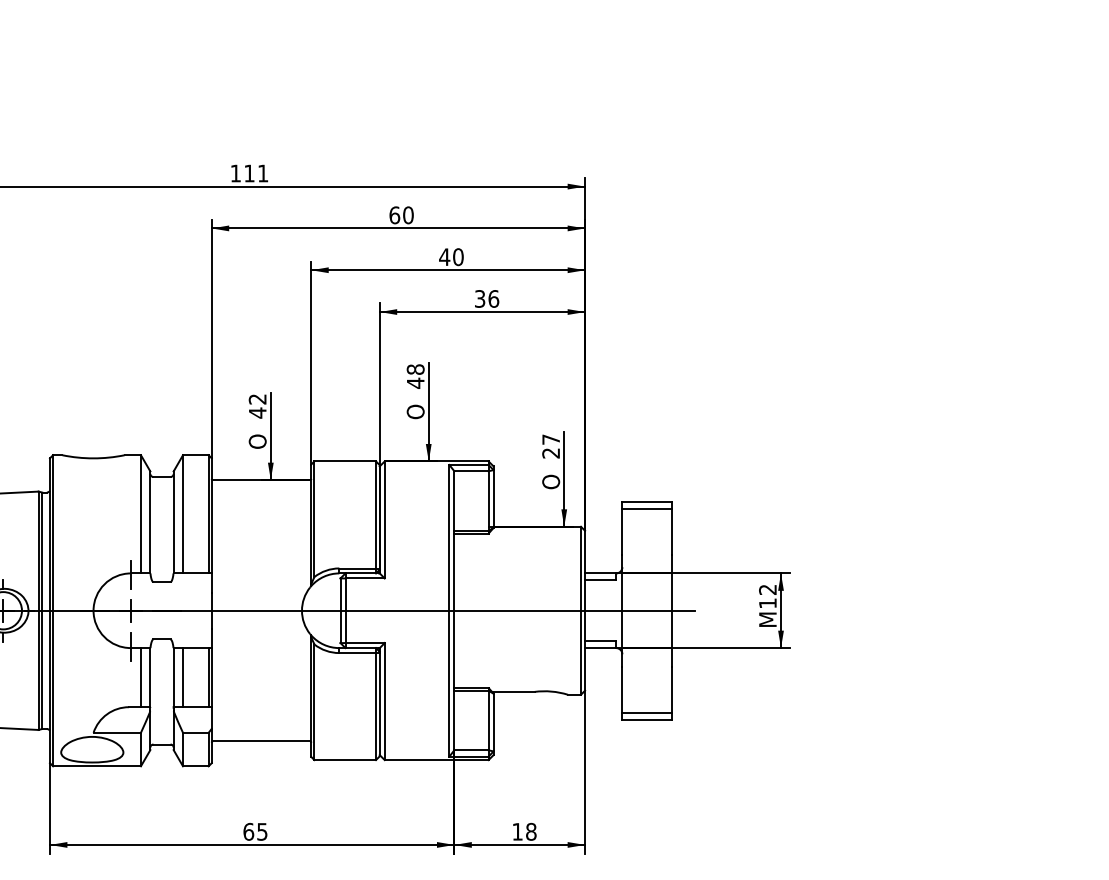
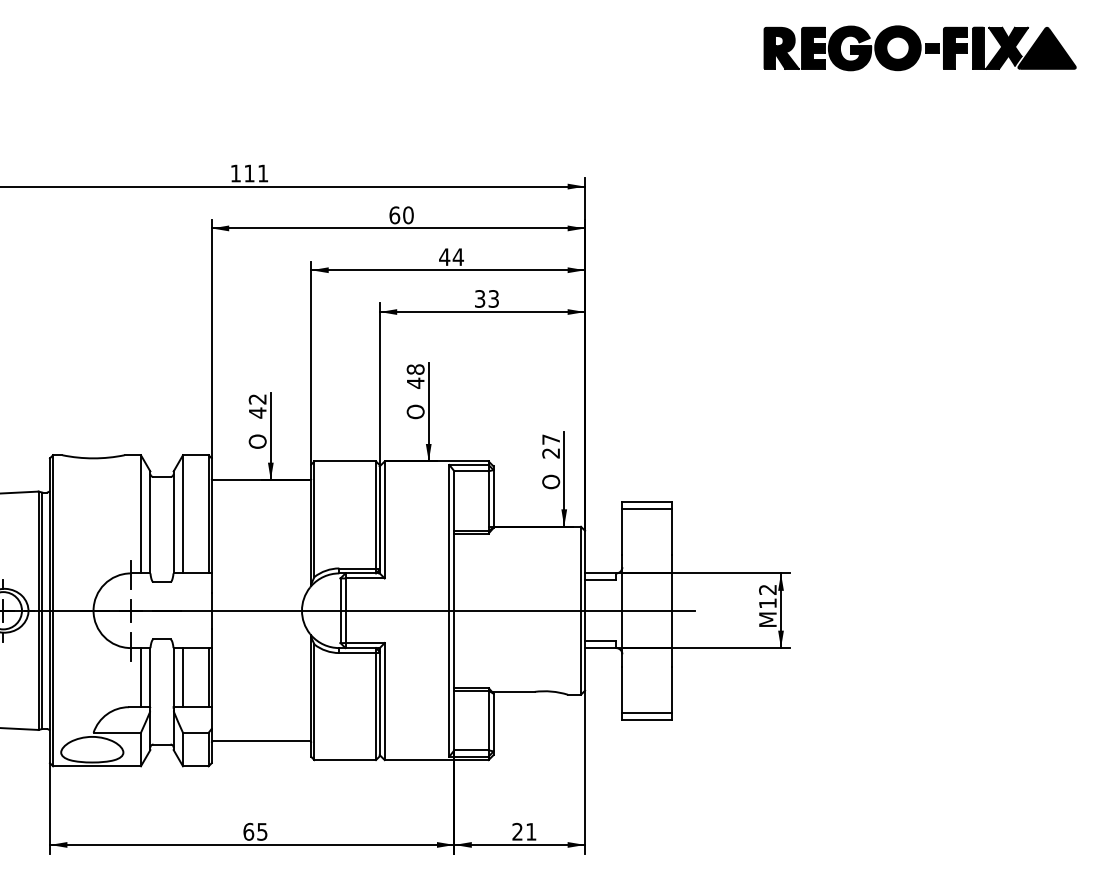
part at (919, 48): none -> present
text at (457, 257): 40 -> 44
text at (493, 298): 36 -> 33
text at (524, 831): 18 -> 21
